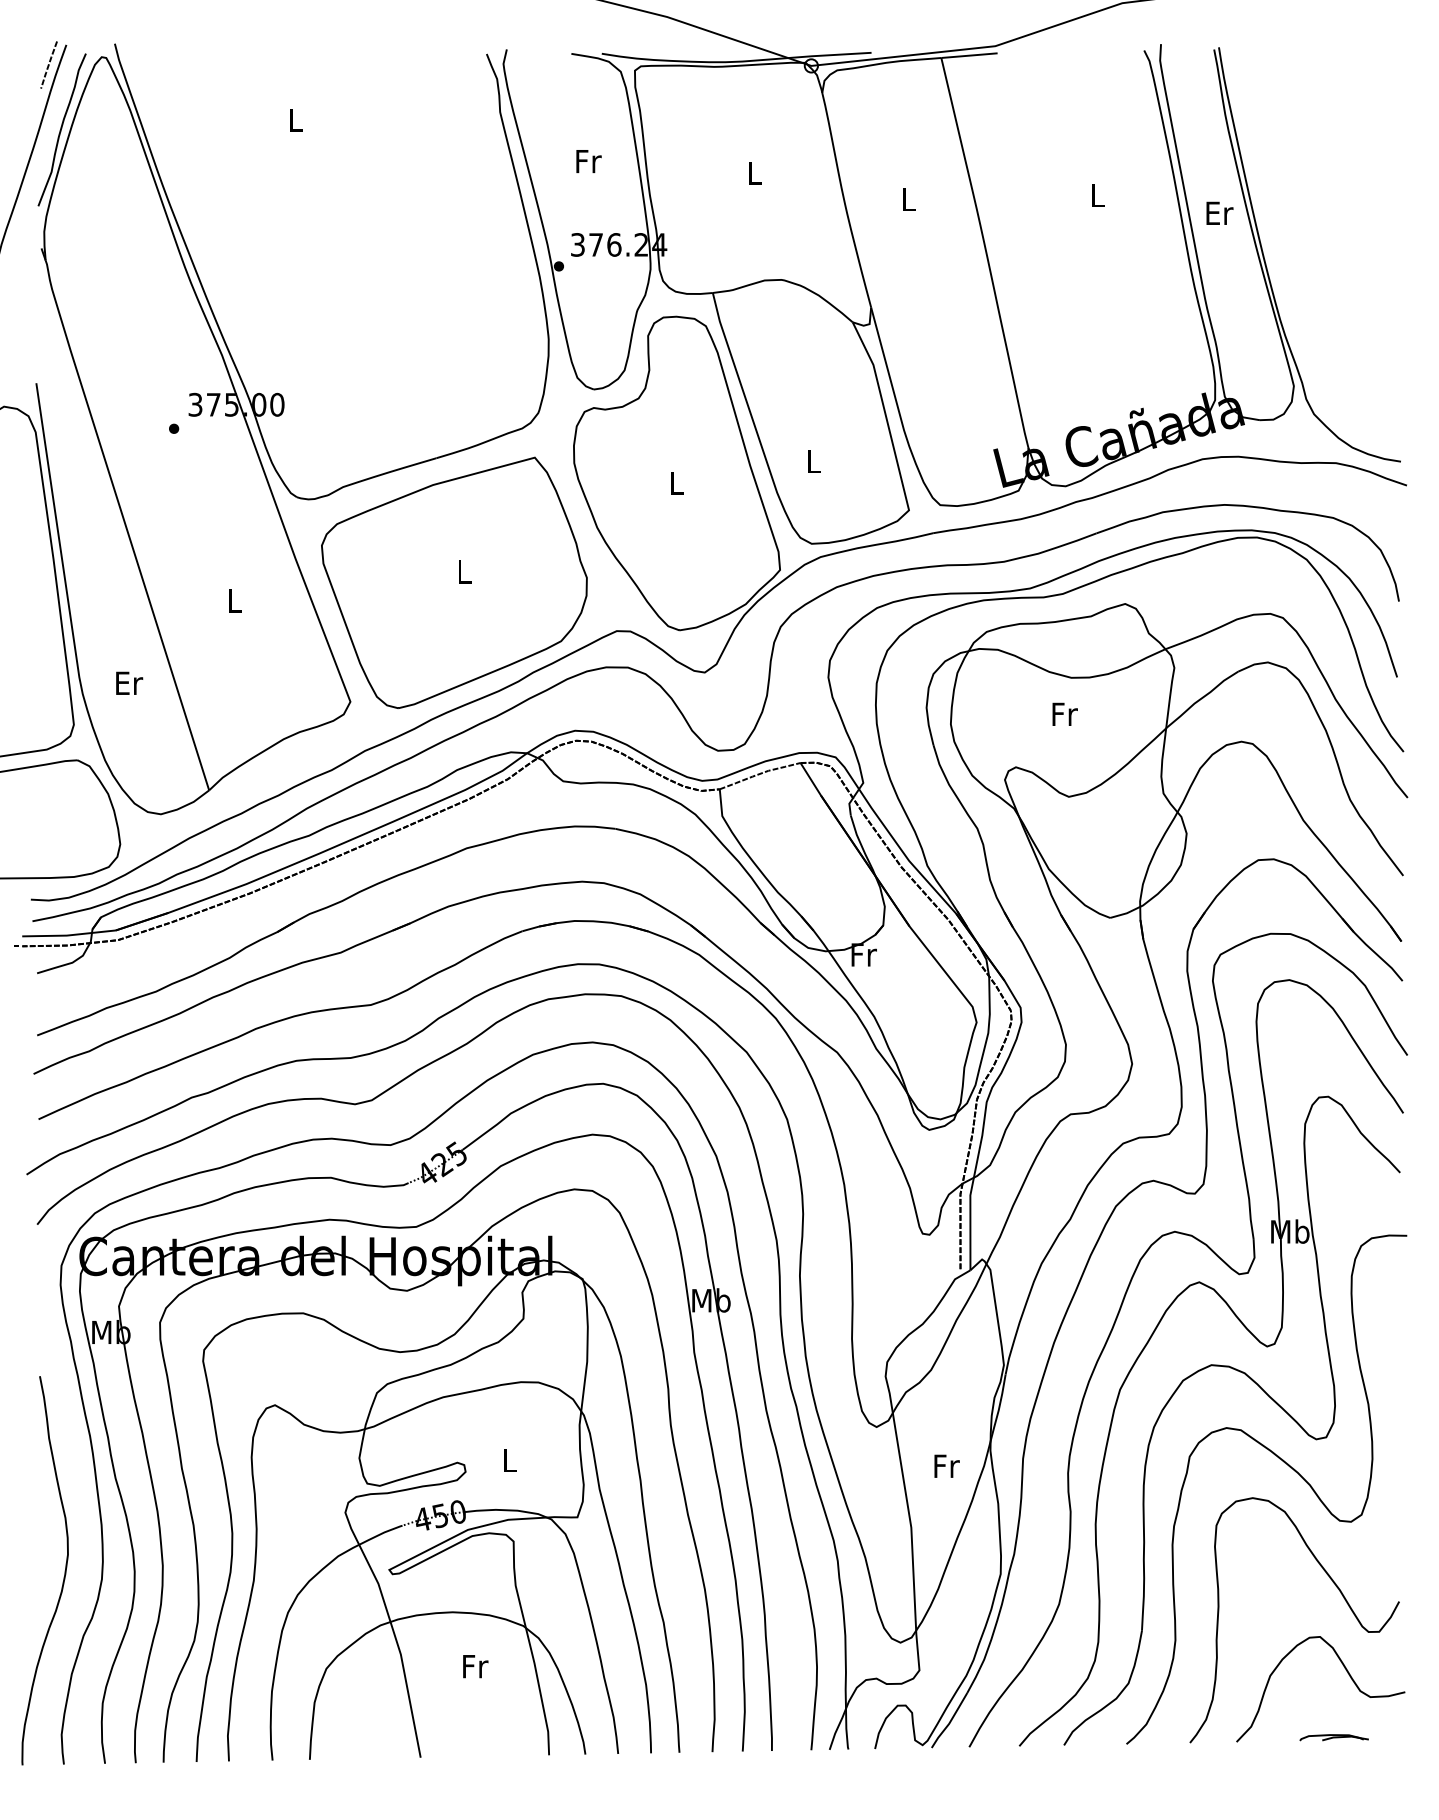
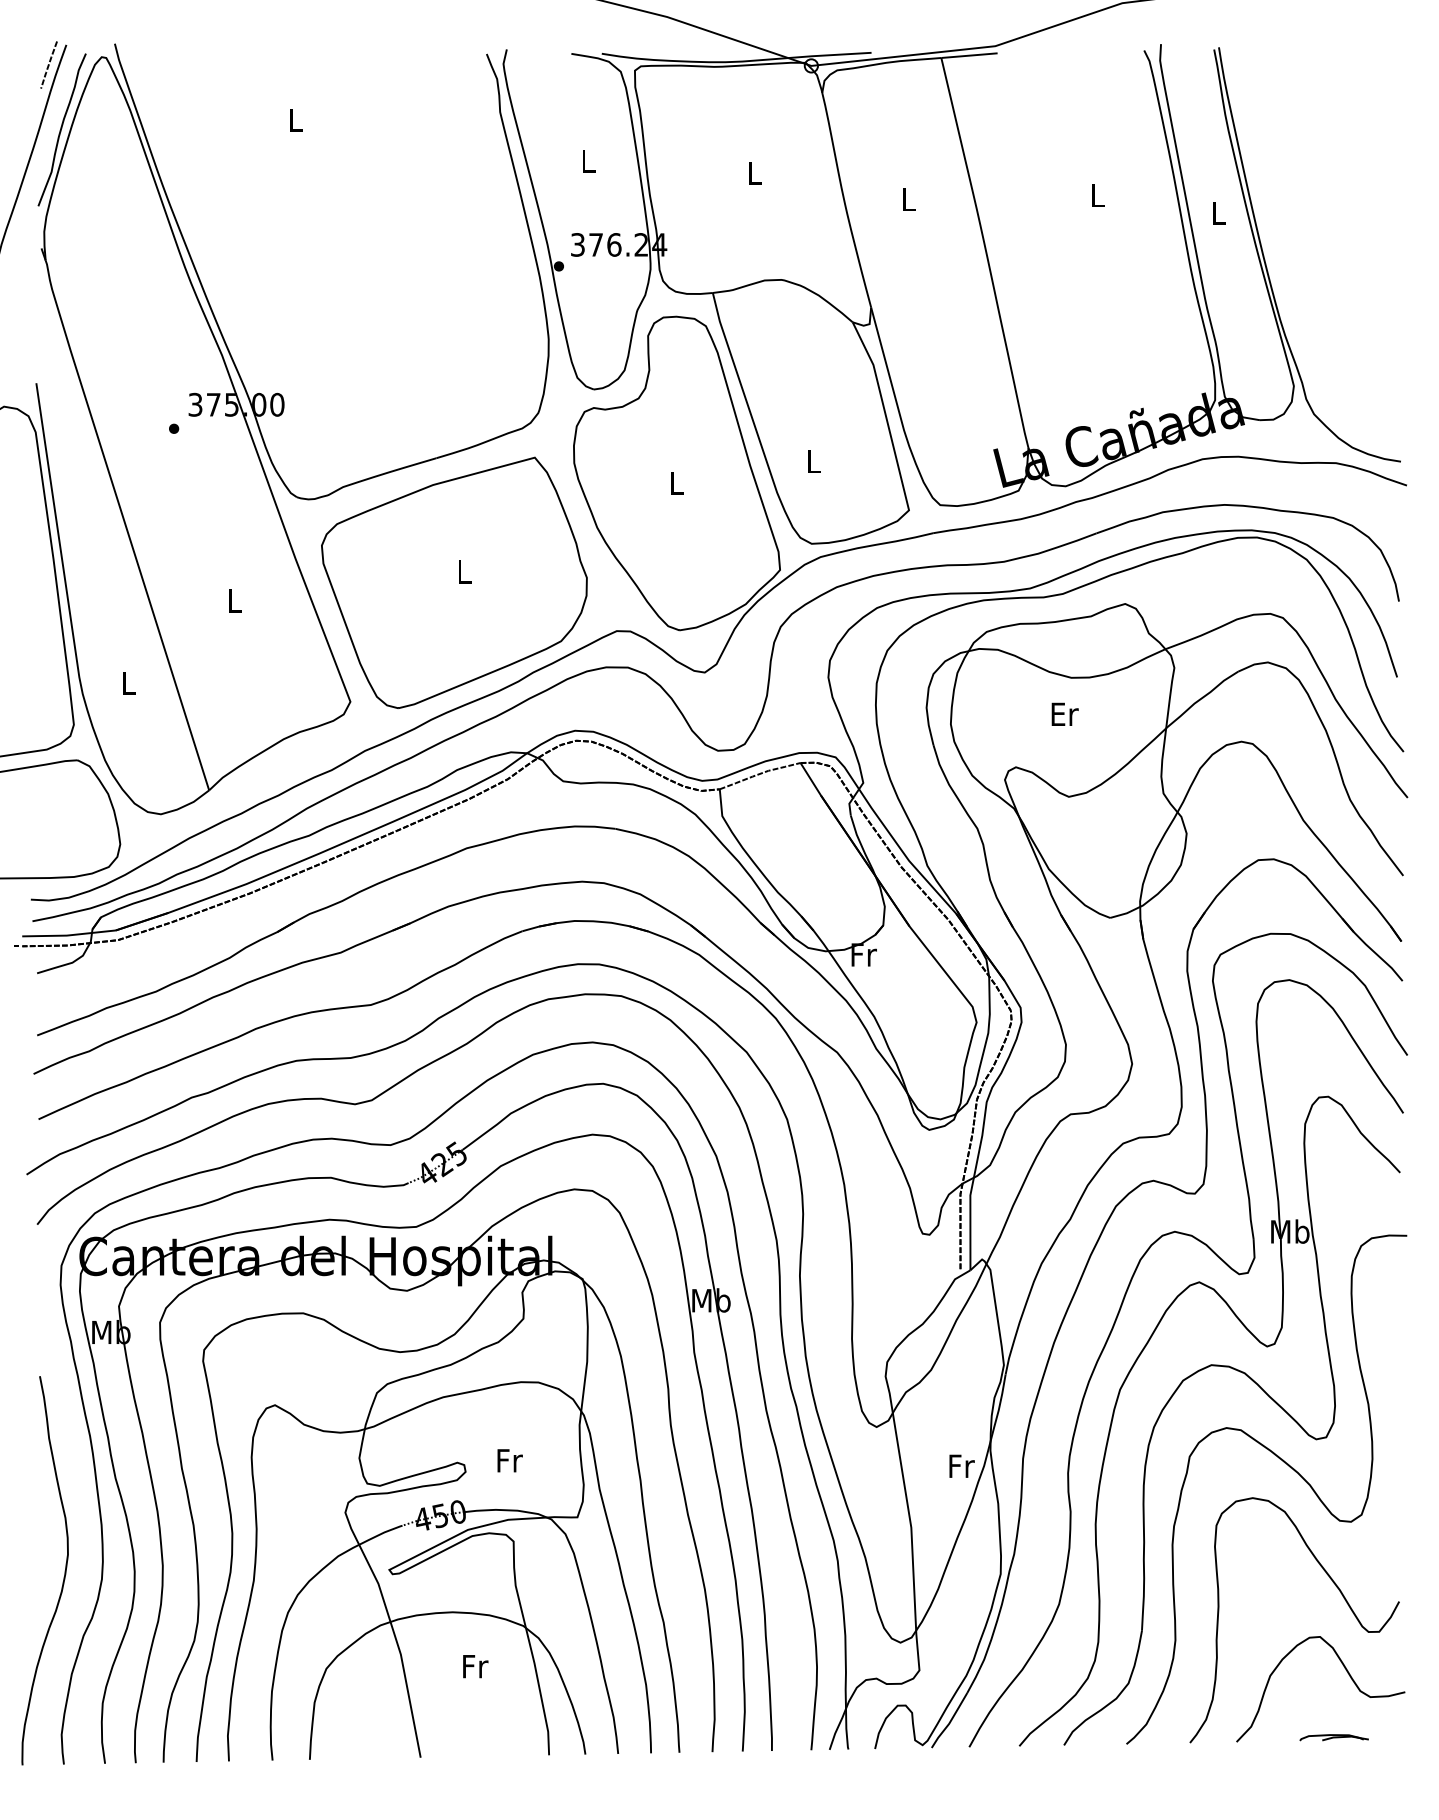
text at (588, 161): Fr -> L
text at (1219, 212): Er -> L
text at (129, 682): Er -> L
text at (1064, 713): Fr -> Er
text at (509, 1460): L -> Fr
text at (946, 1465) position: (946, 1465) -> (961, 1465)
